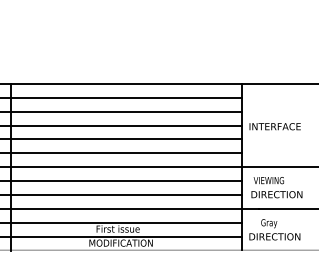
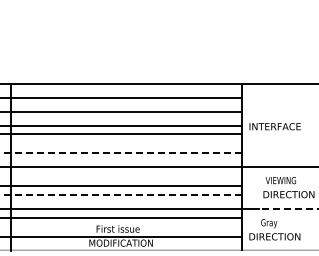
line at (121, 139) position: (121, 139) -> (121, 134)
line at (121, 153): solid -> dashed
line at (121, 181) position: (121, 181) -> (121, 186)
text at (276, 187) position: (276, 187) -> (288, 187)
line at (121, 195): solid -> dashed
line at (288, 209): solid -> dashed
line at (121, 222) position: (121, 222) -> (121, 217)
